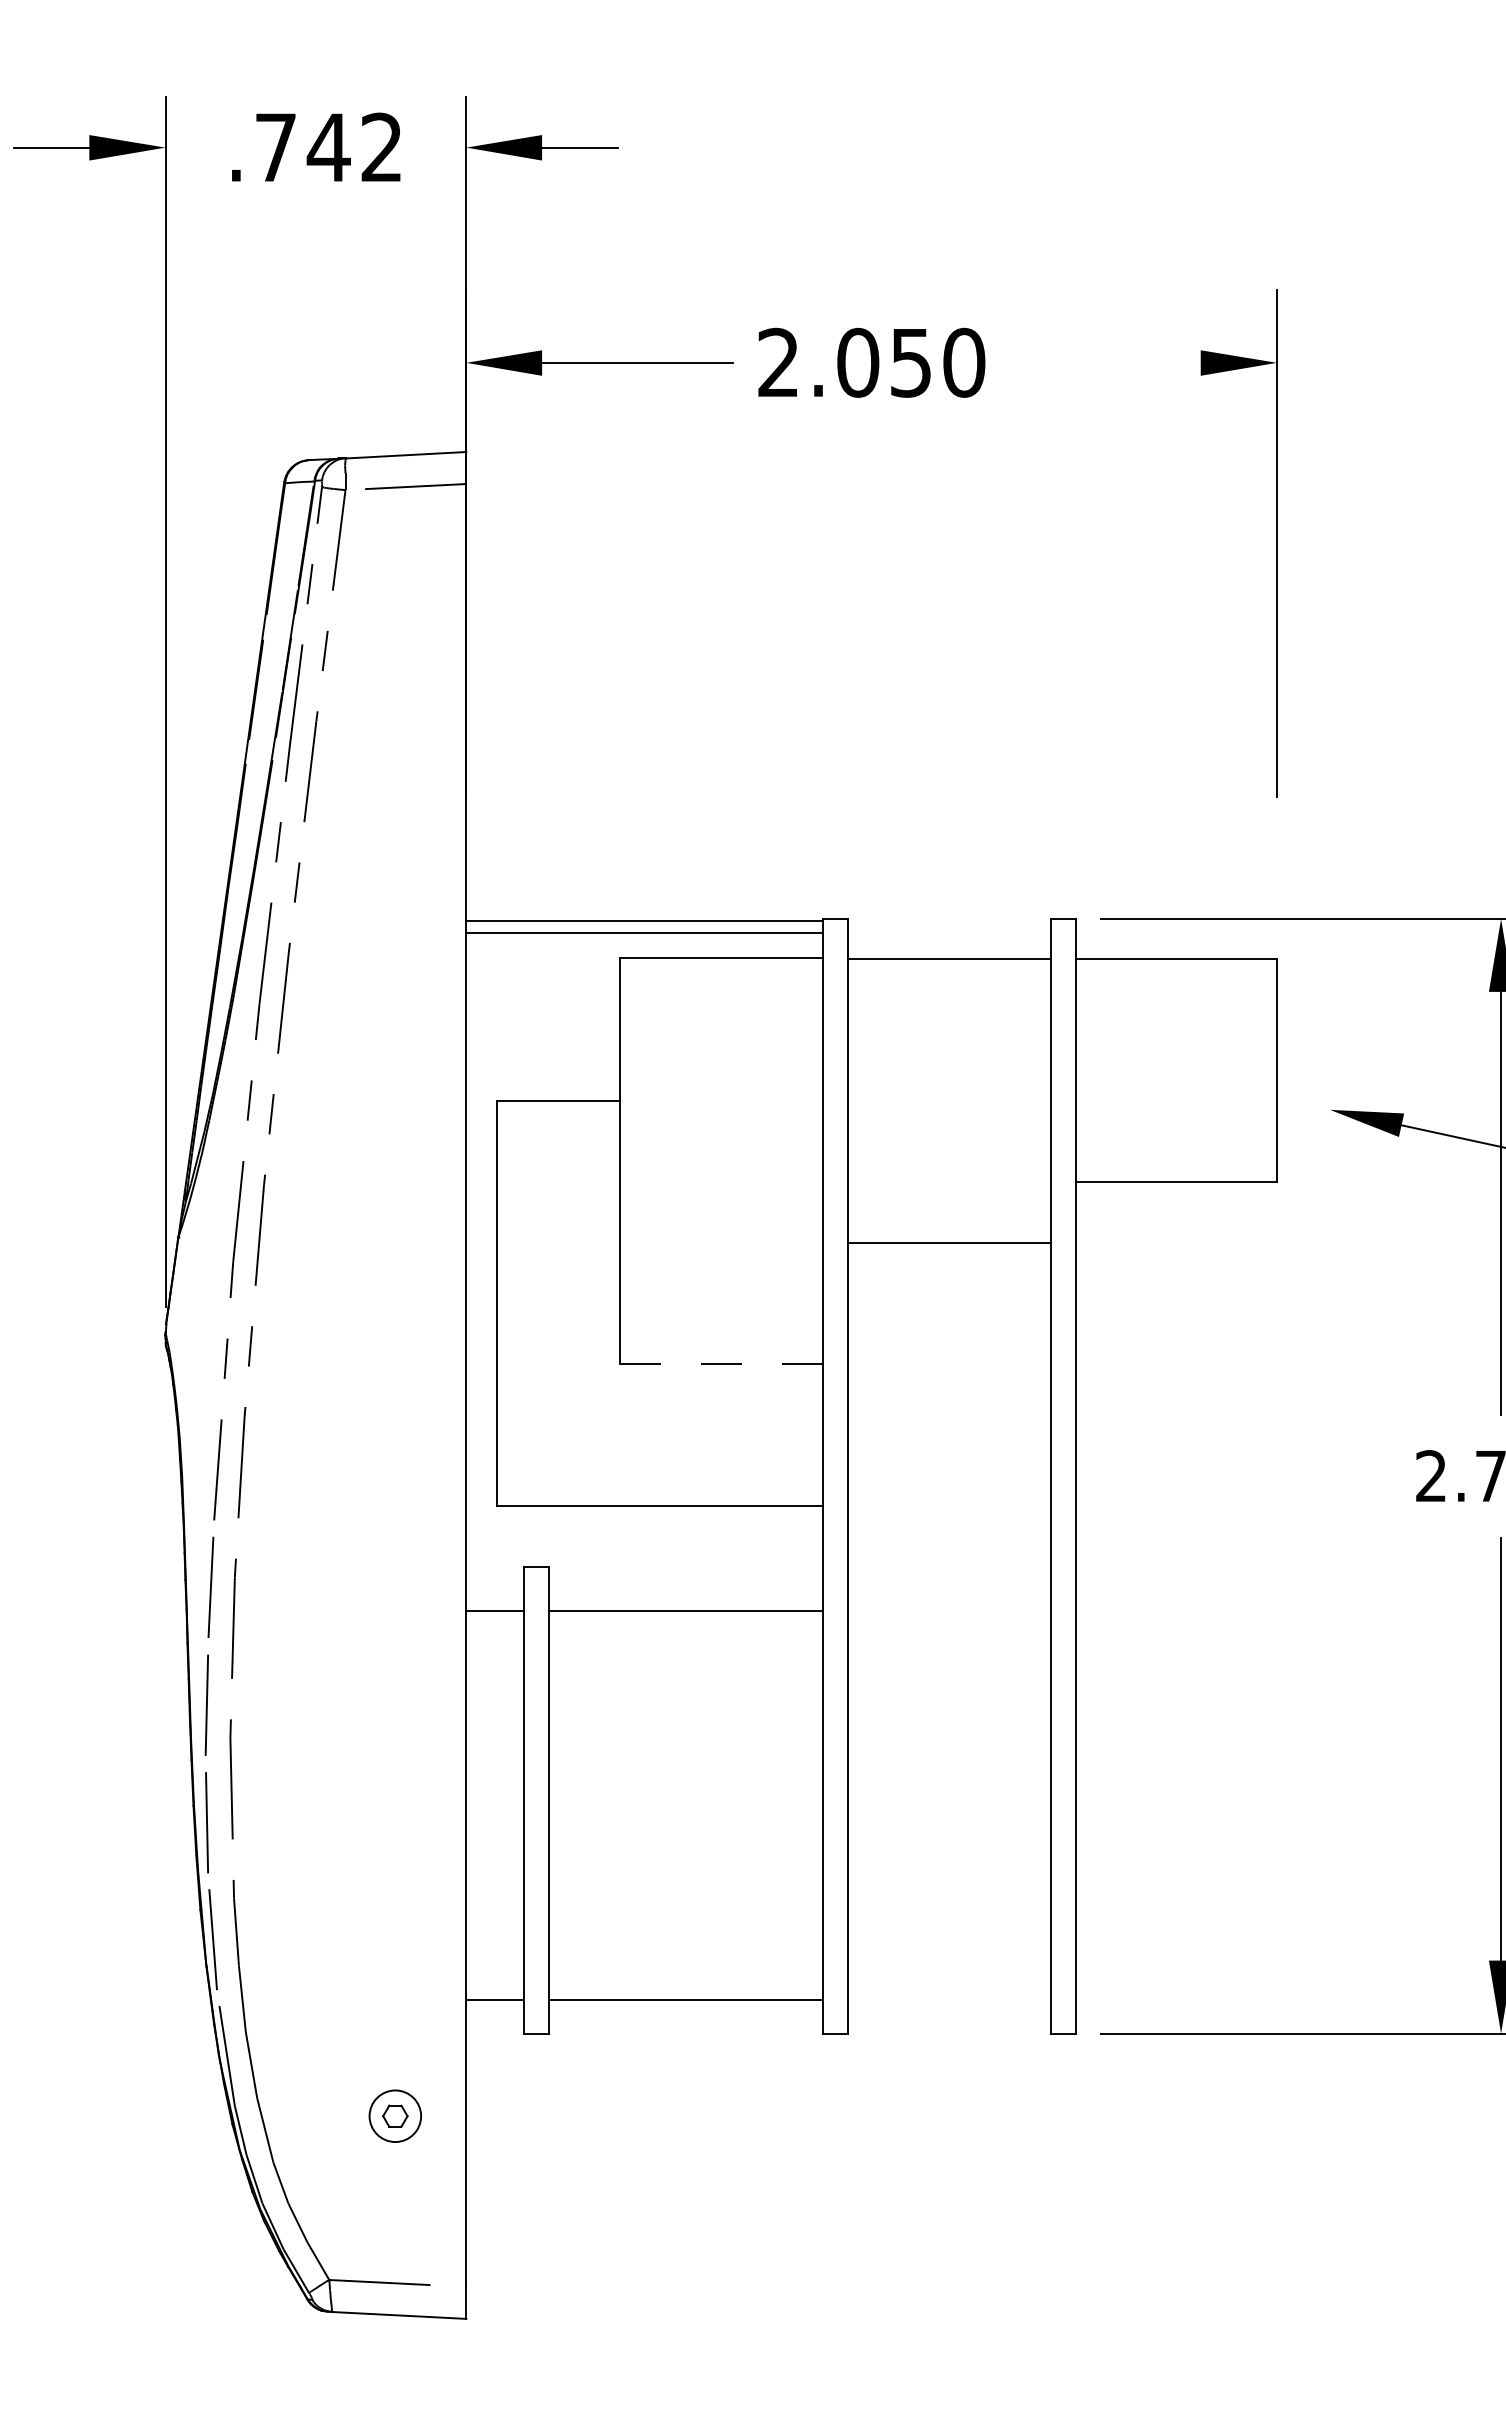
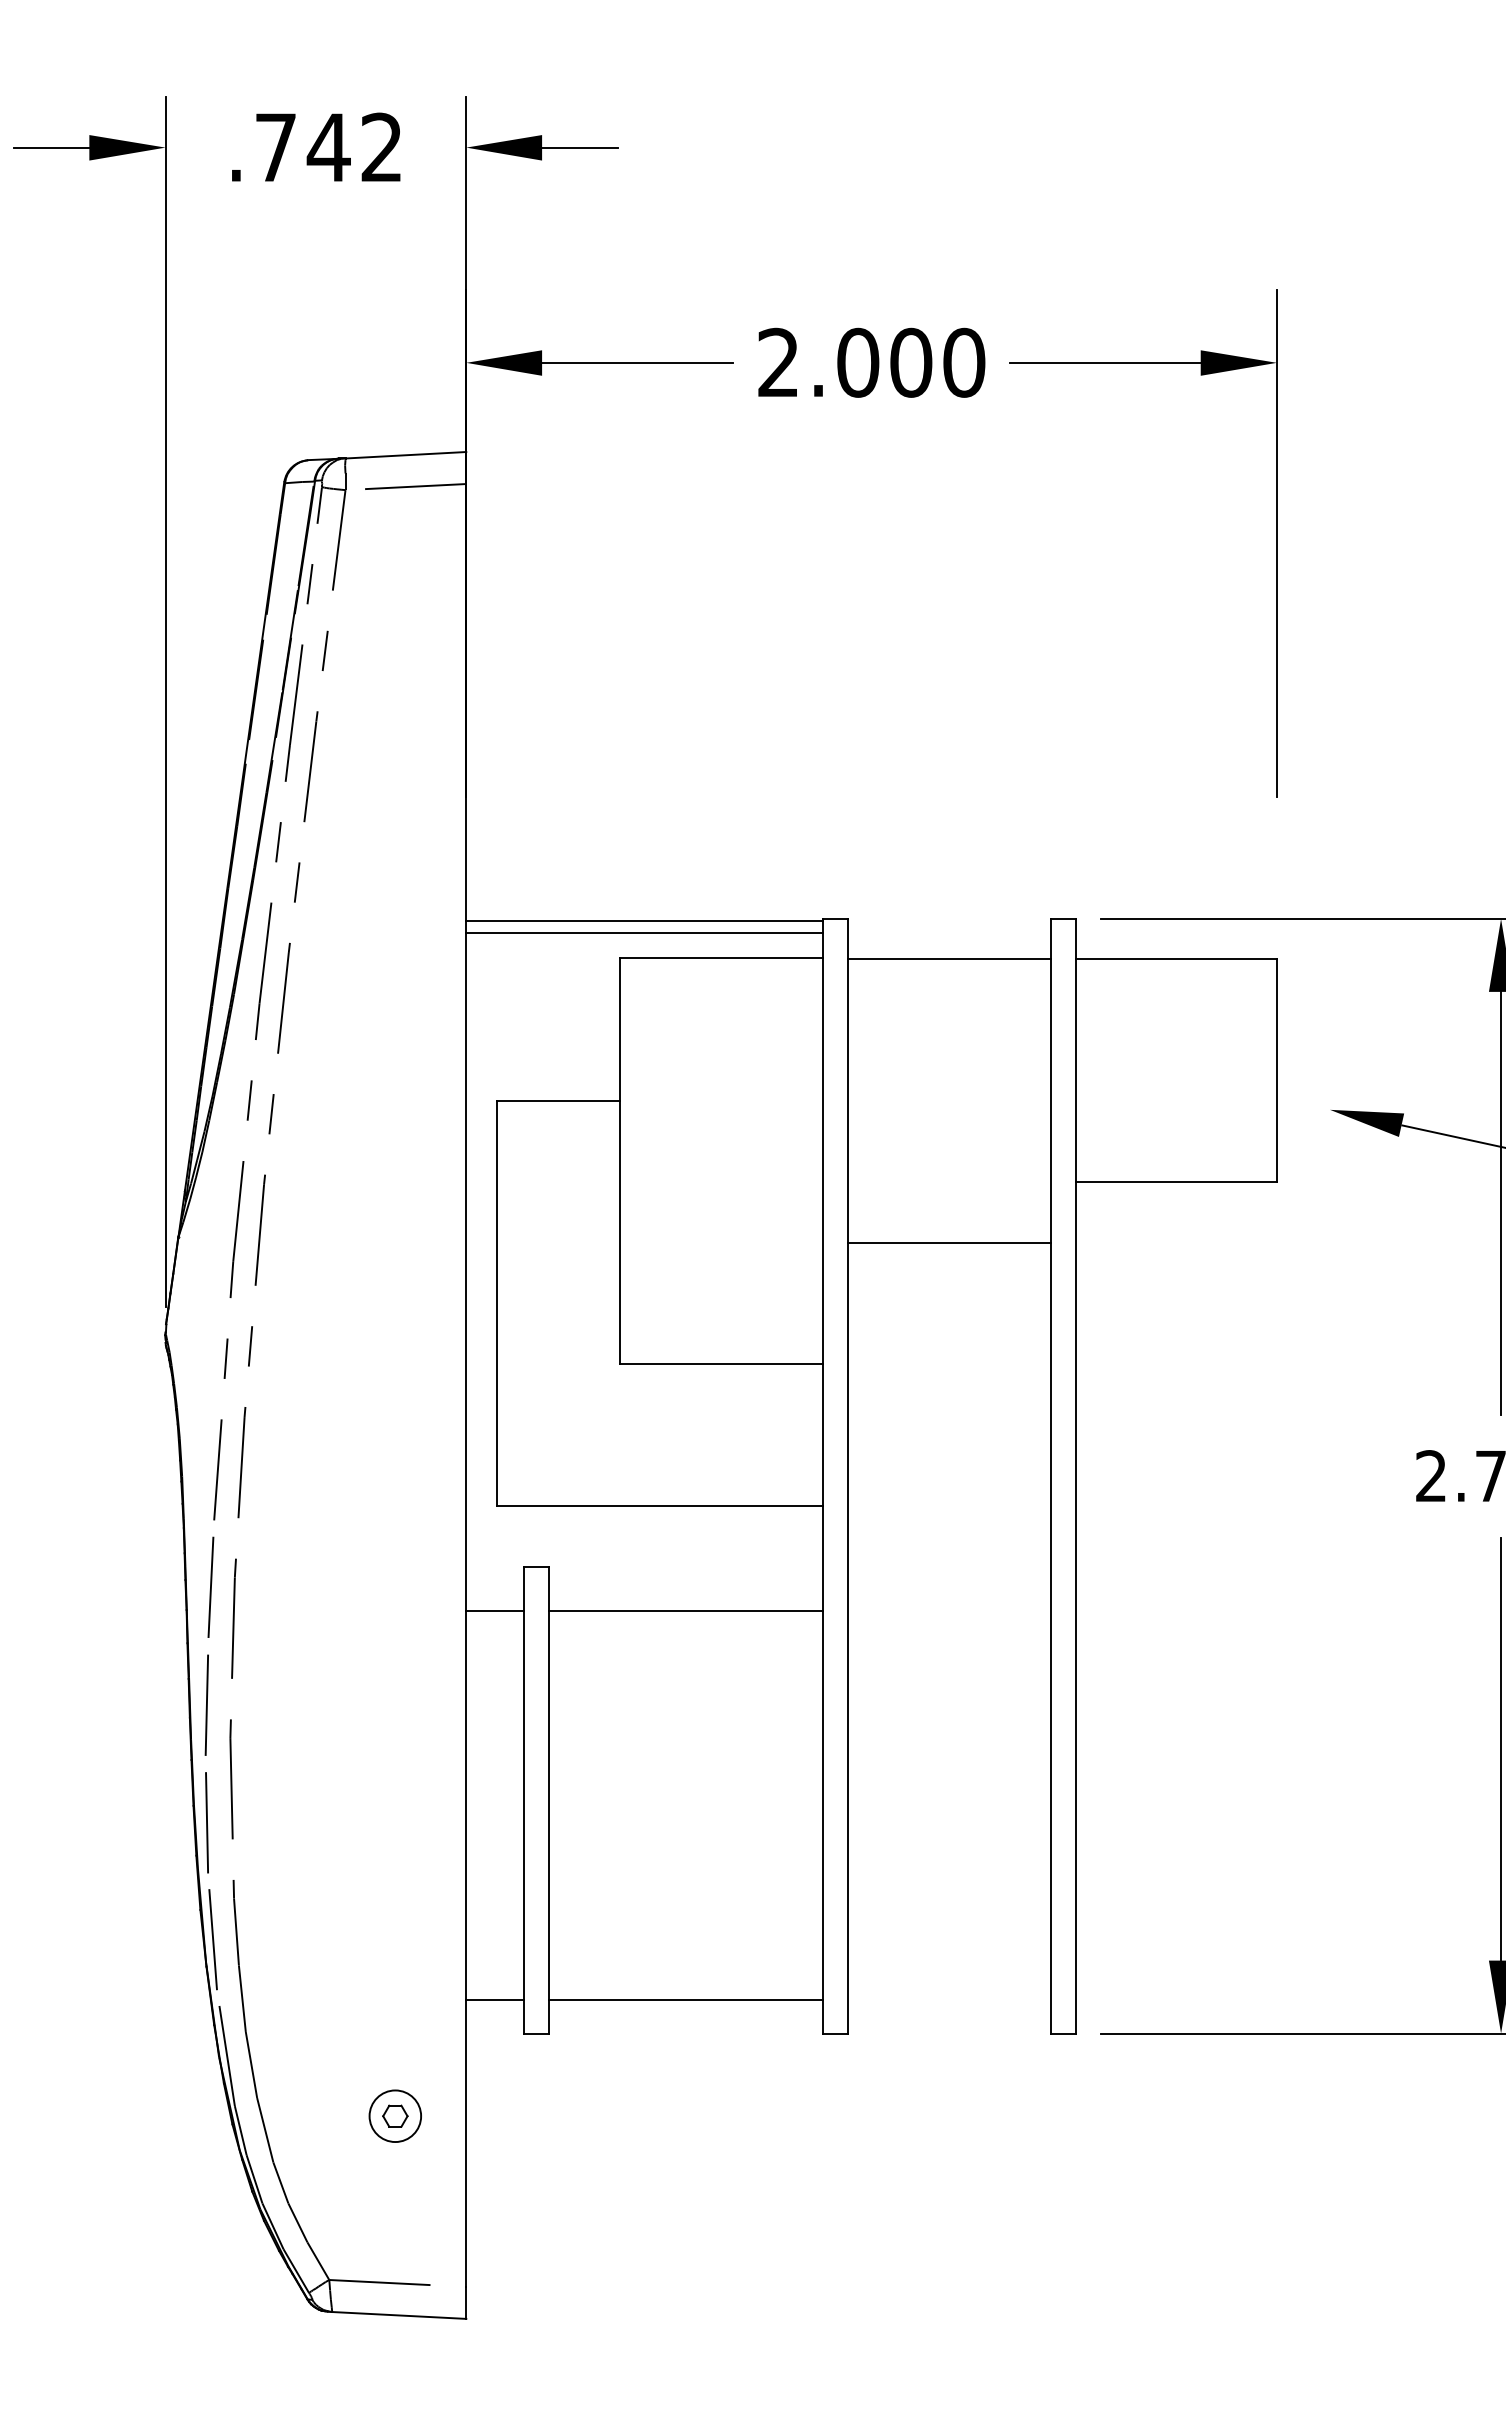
text at (911, 362): 2.050 -> 2.000
line at (1104, 362): none -> present
line at (721, 1363): dashed -> solid
